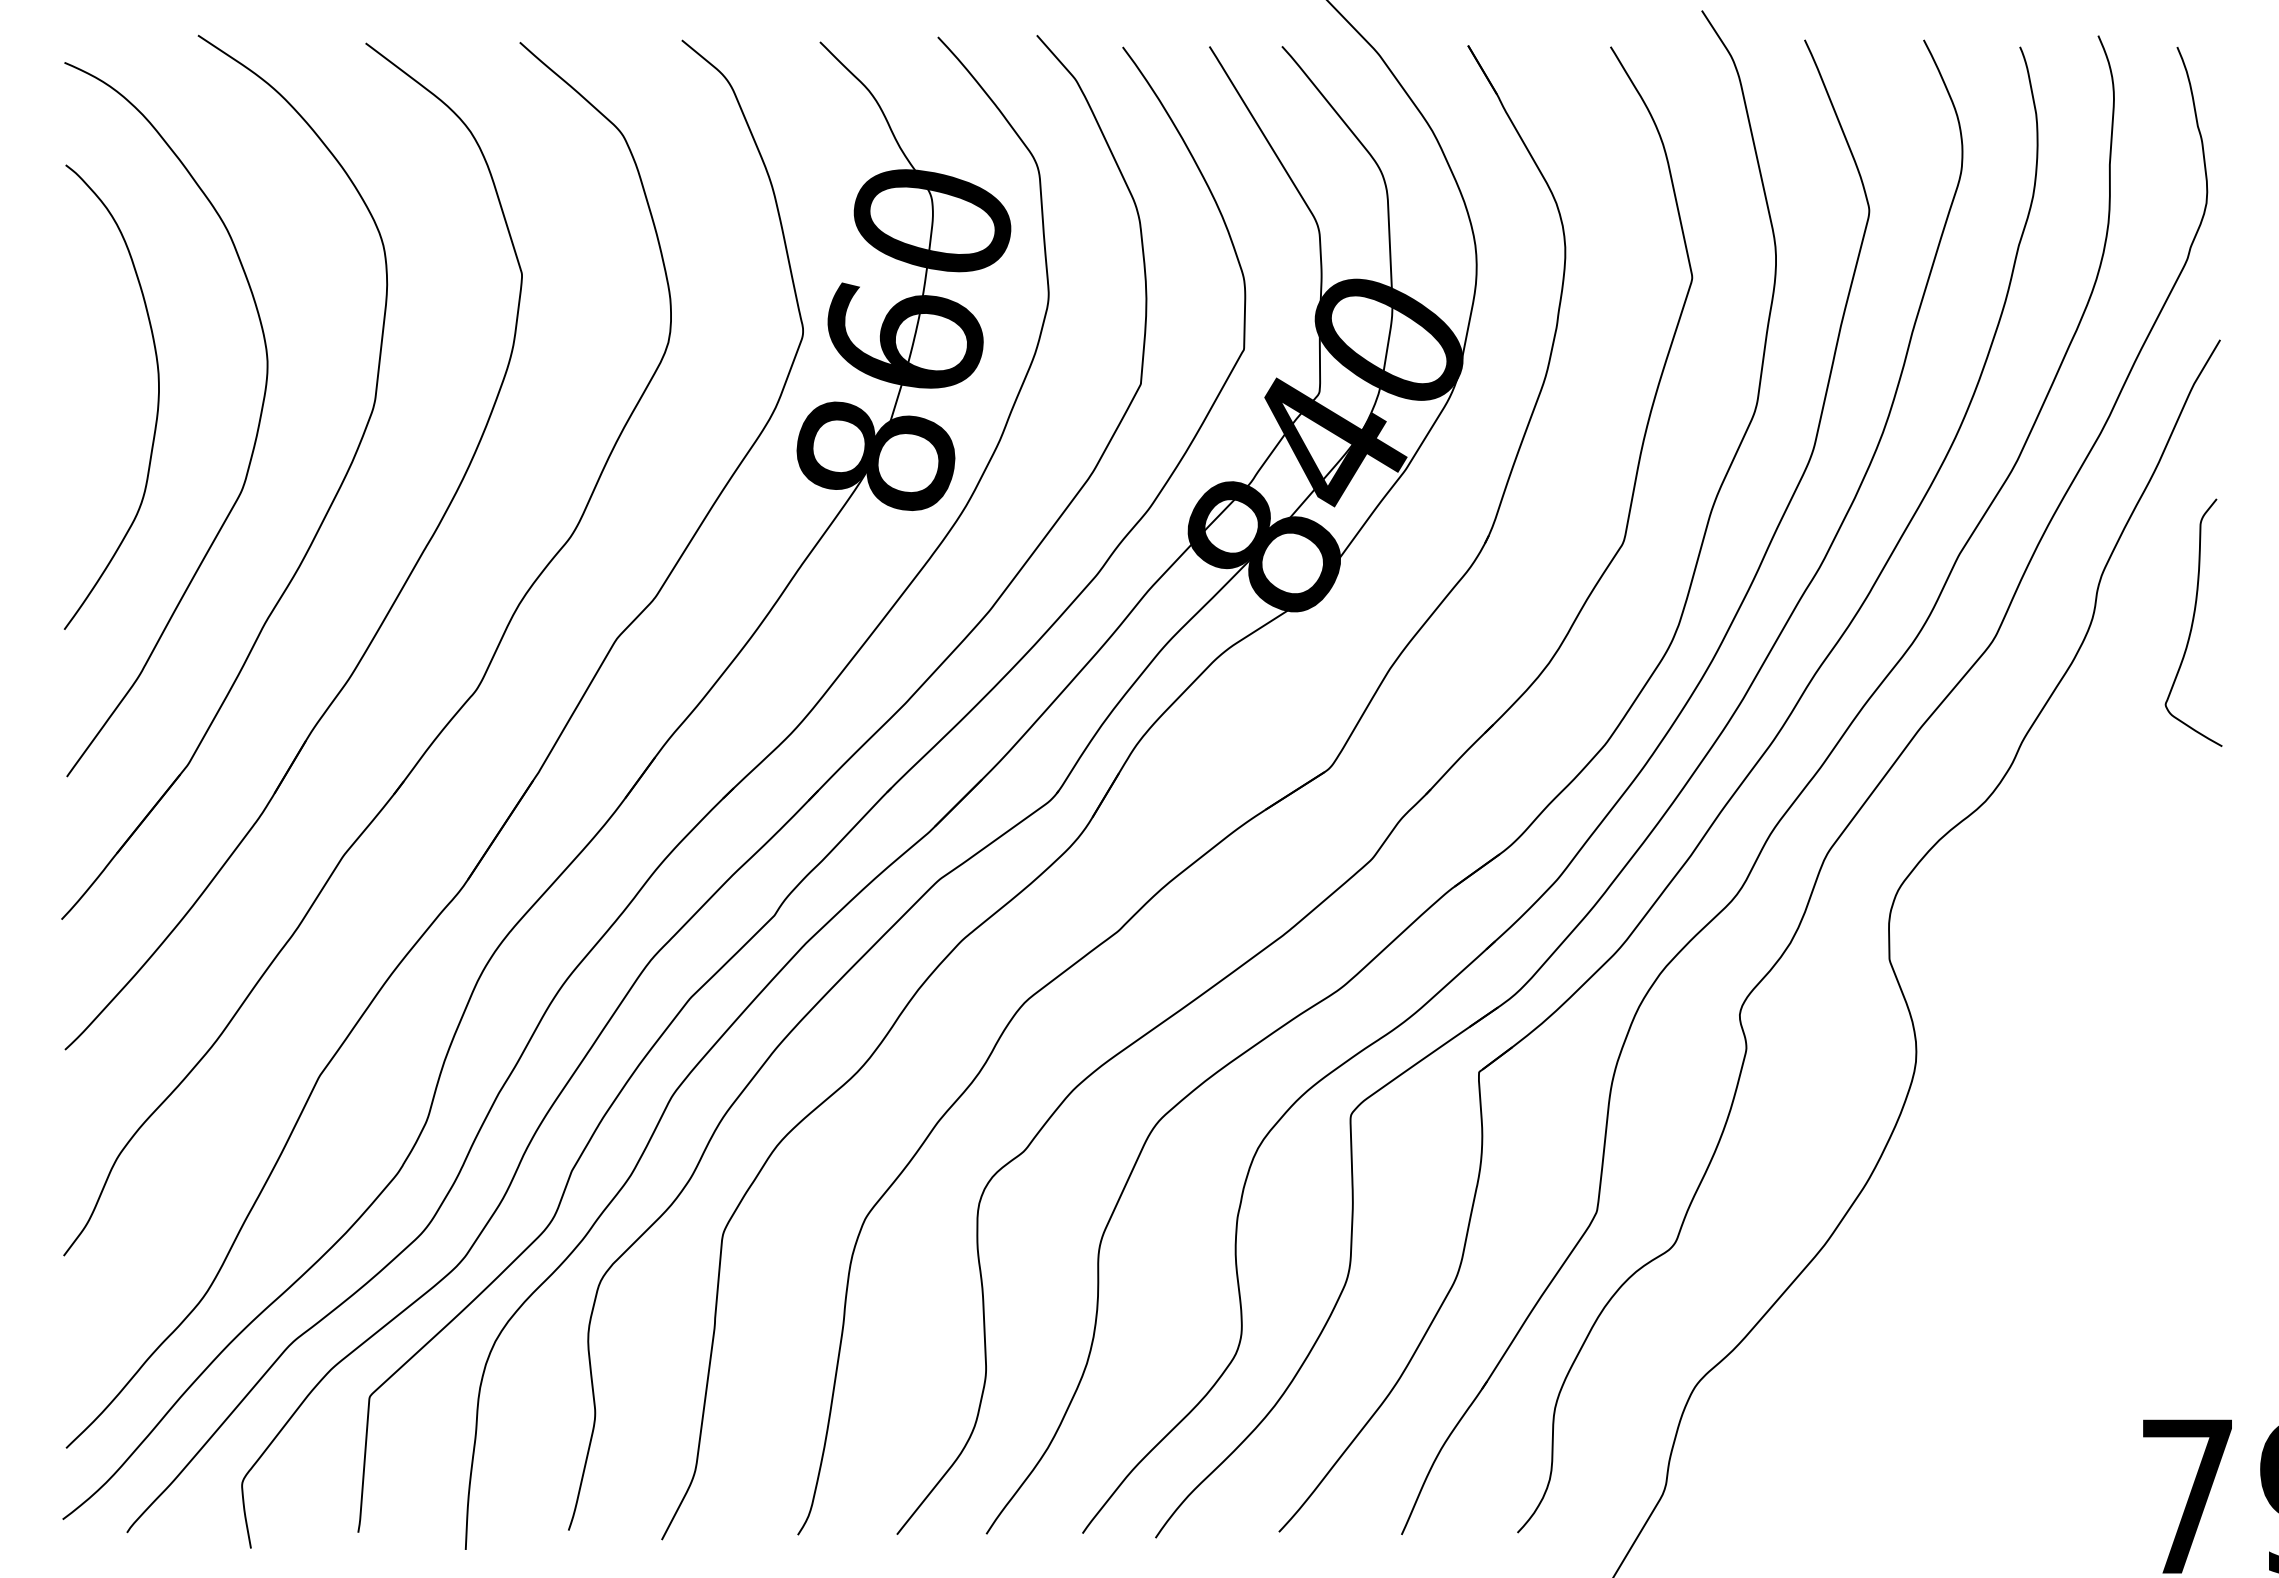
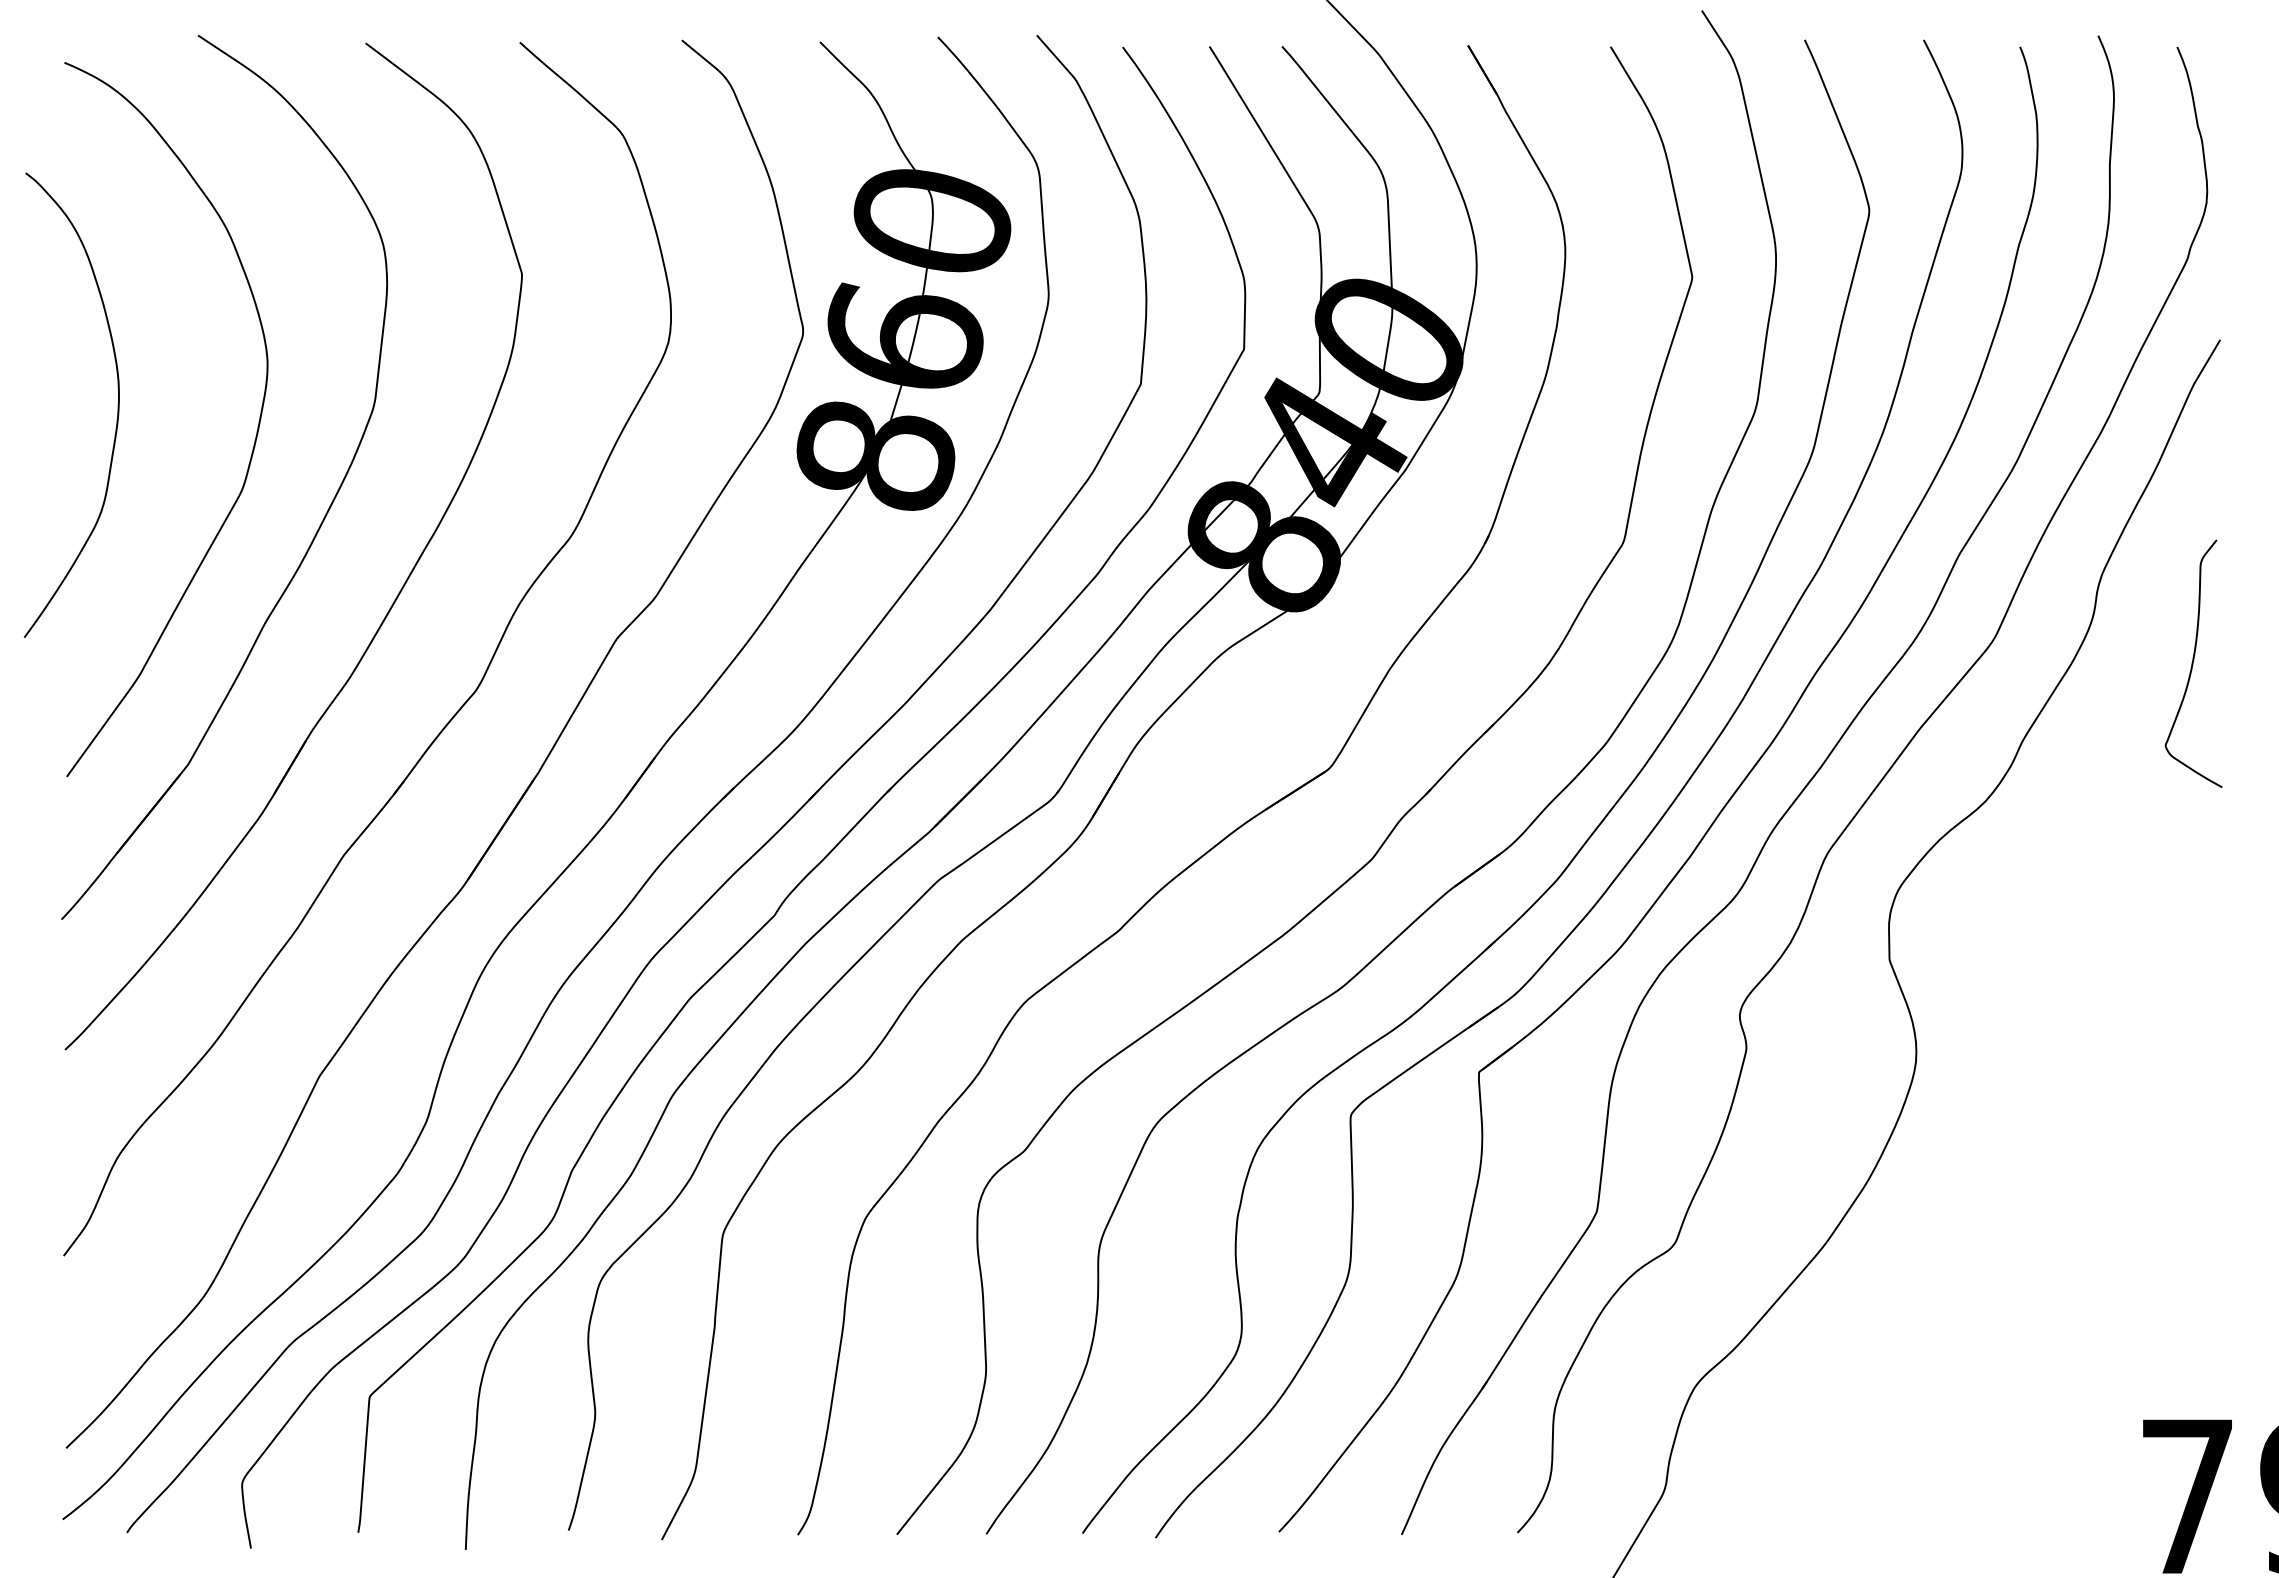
curve at (157, 396) position: (157, 396) -> (117, 404)
curve at (2193, 622) position: (2193, 622) -> (2193, 663)
